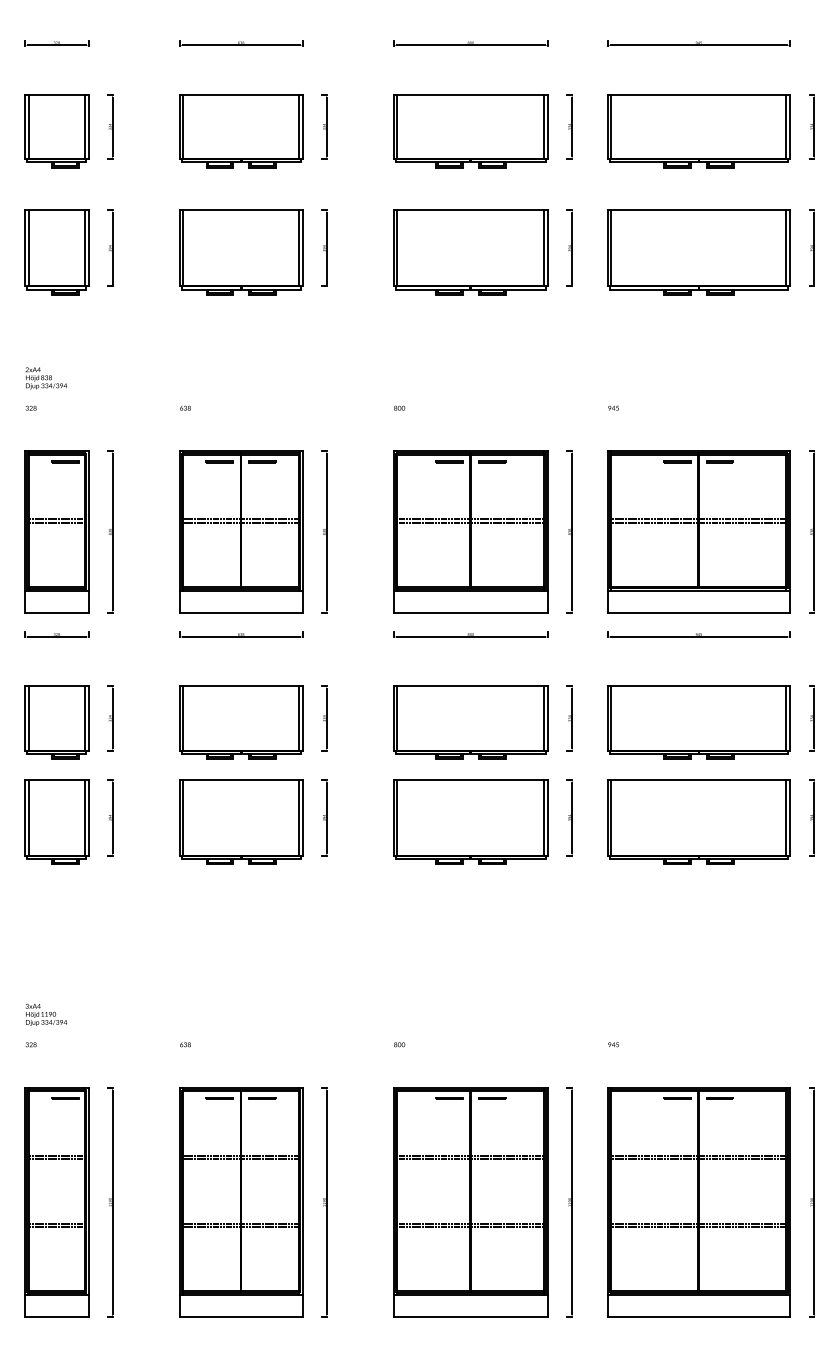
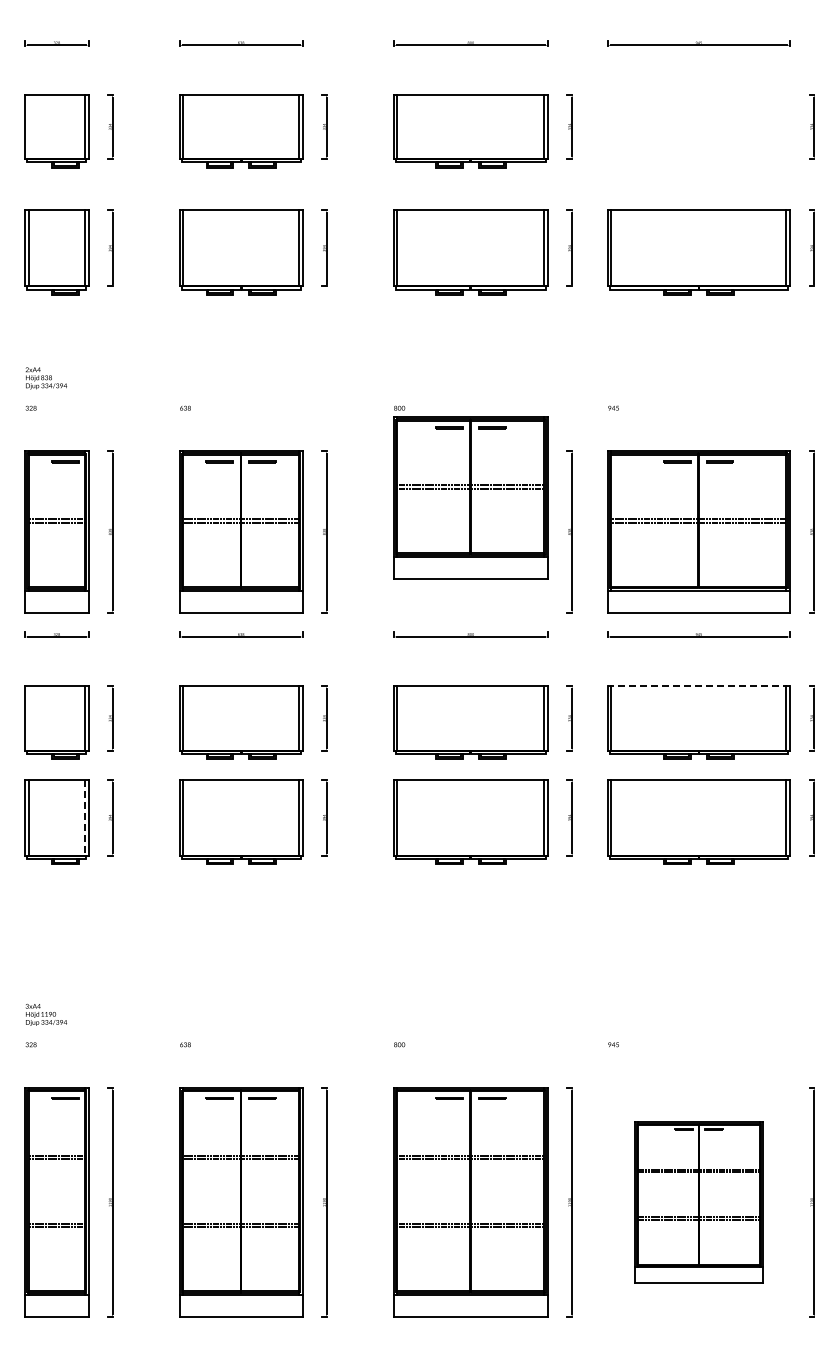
line at (28, 126): present -> none
part at (698, 131): present -> none
part at (470, 531) position: (470, 531) -> (470, 497)
line at (698, 686): solid -> dashed
line at (28, 718): present -> none
line at (84, 817): solid -> dashed
part at (698, 1202) size: 184x231 px -> 130x163 px
